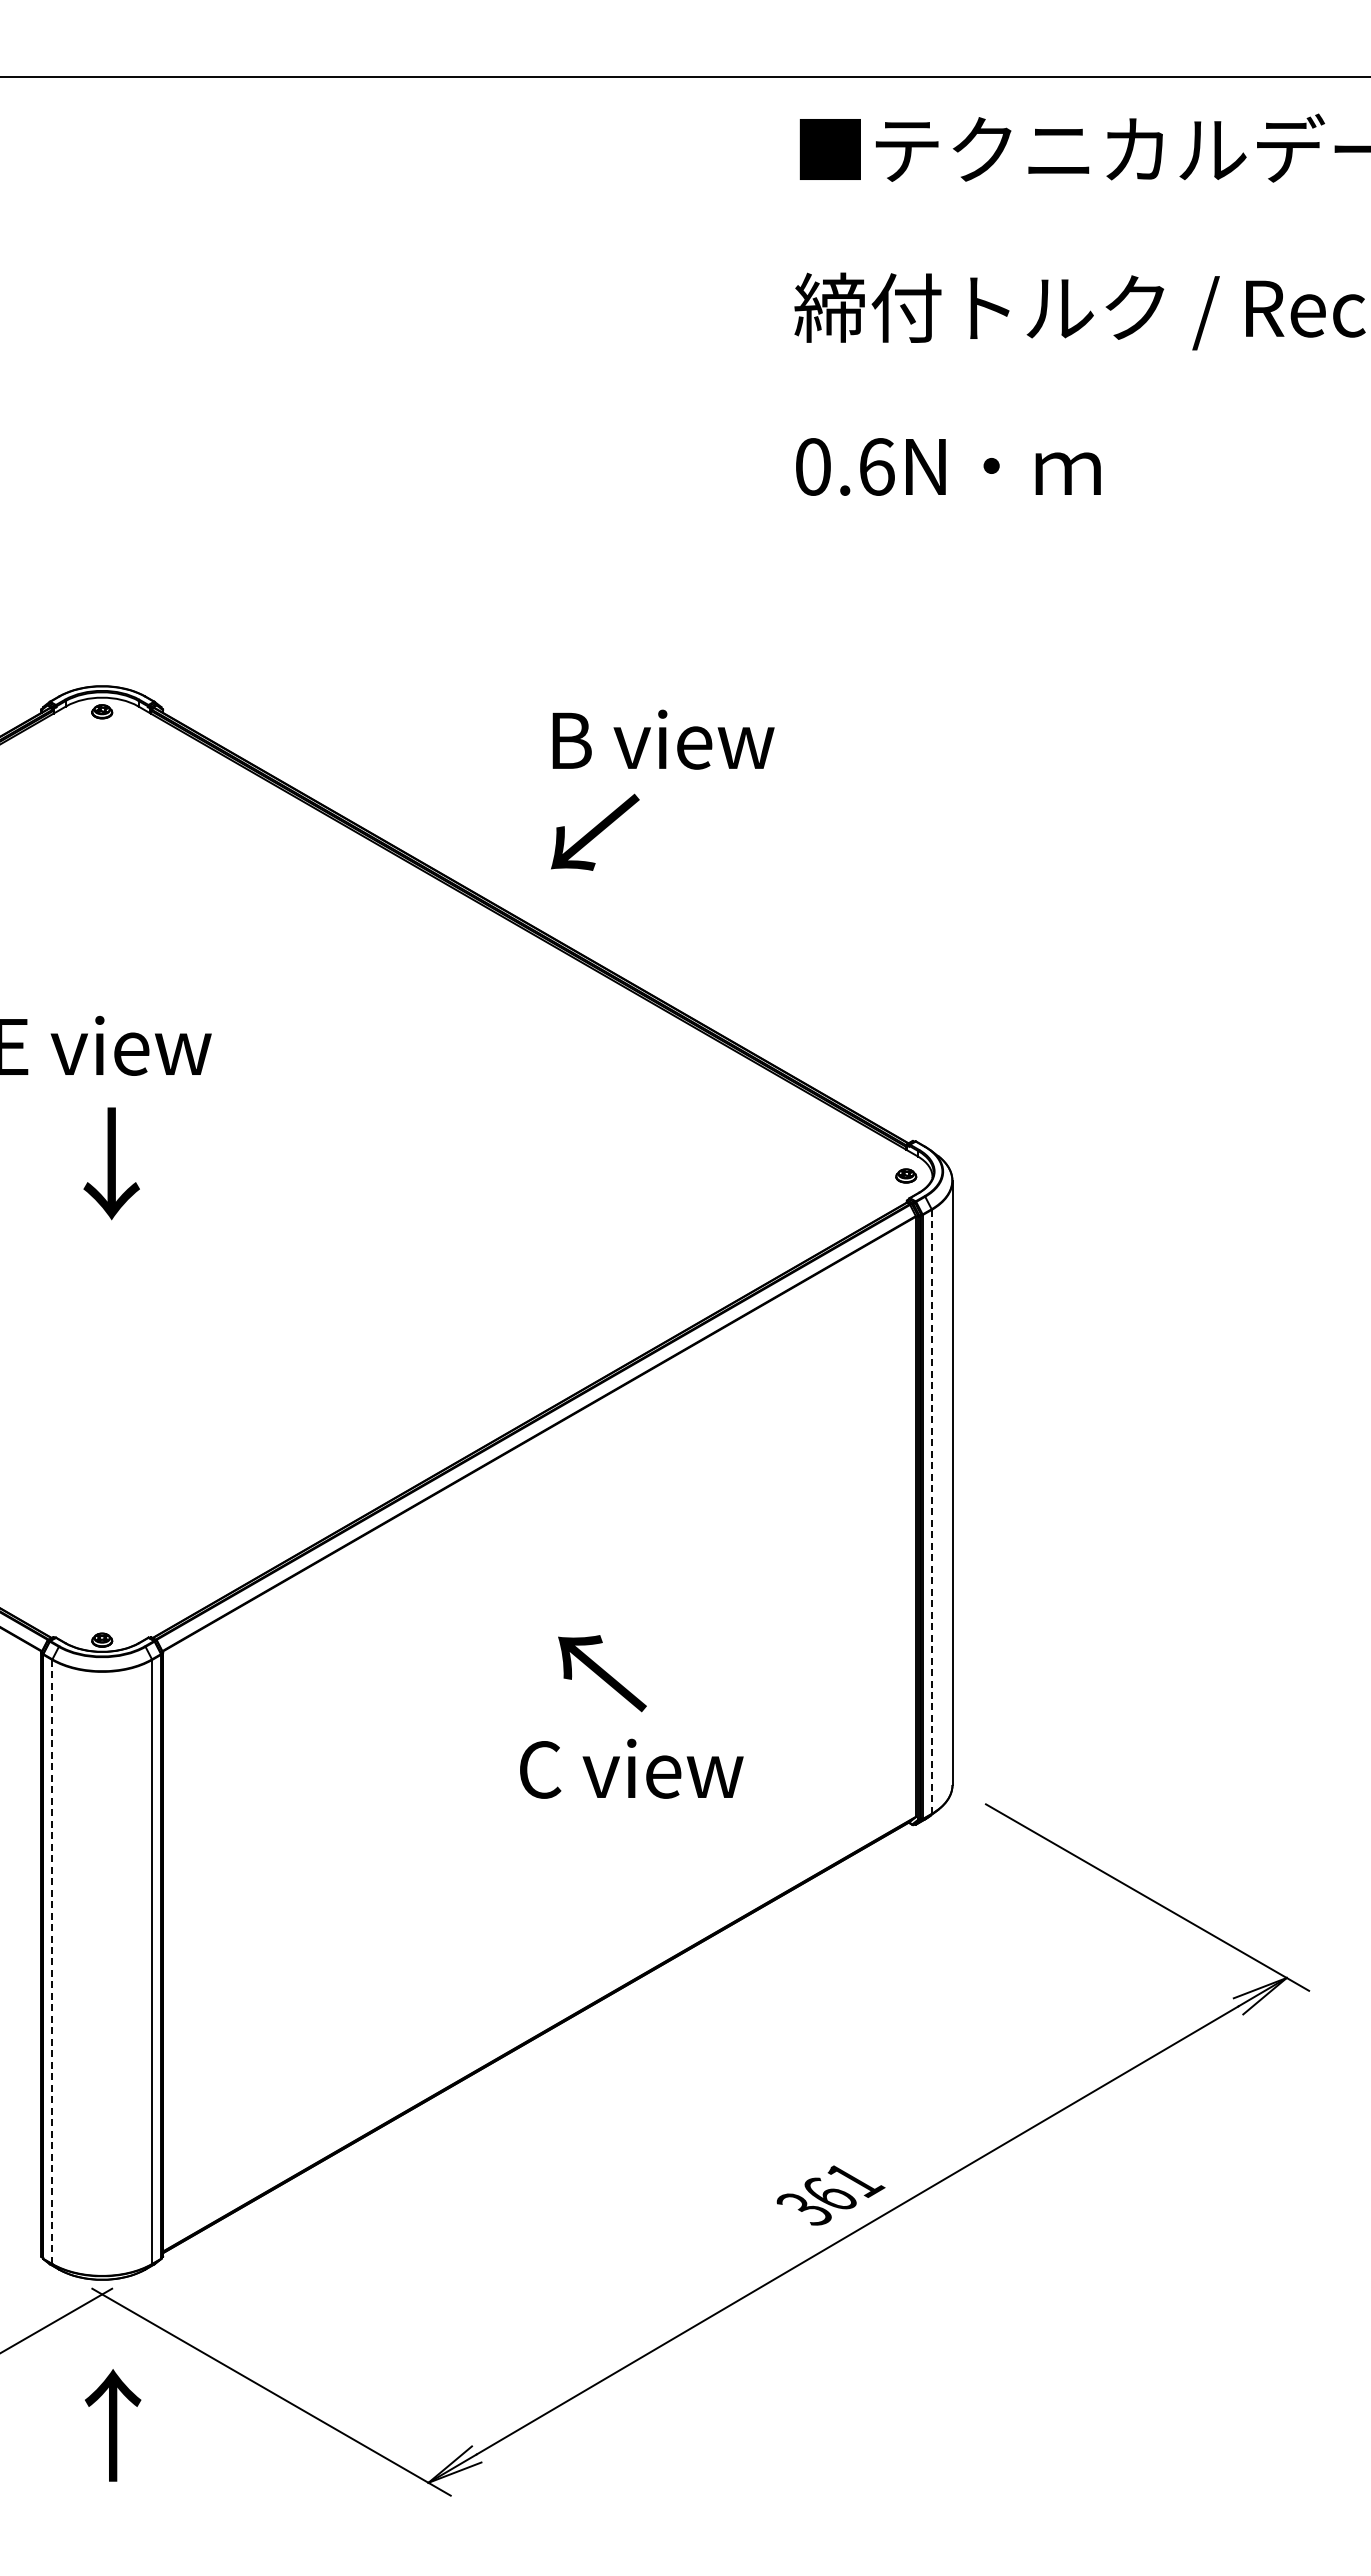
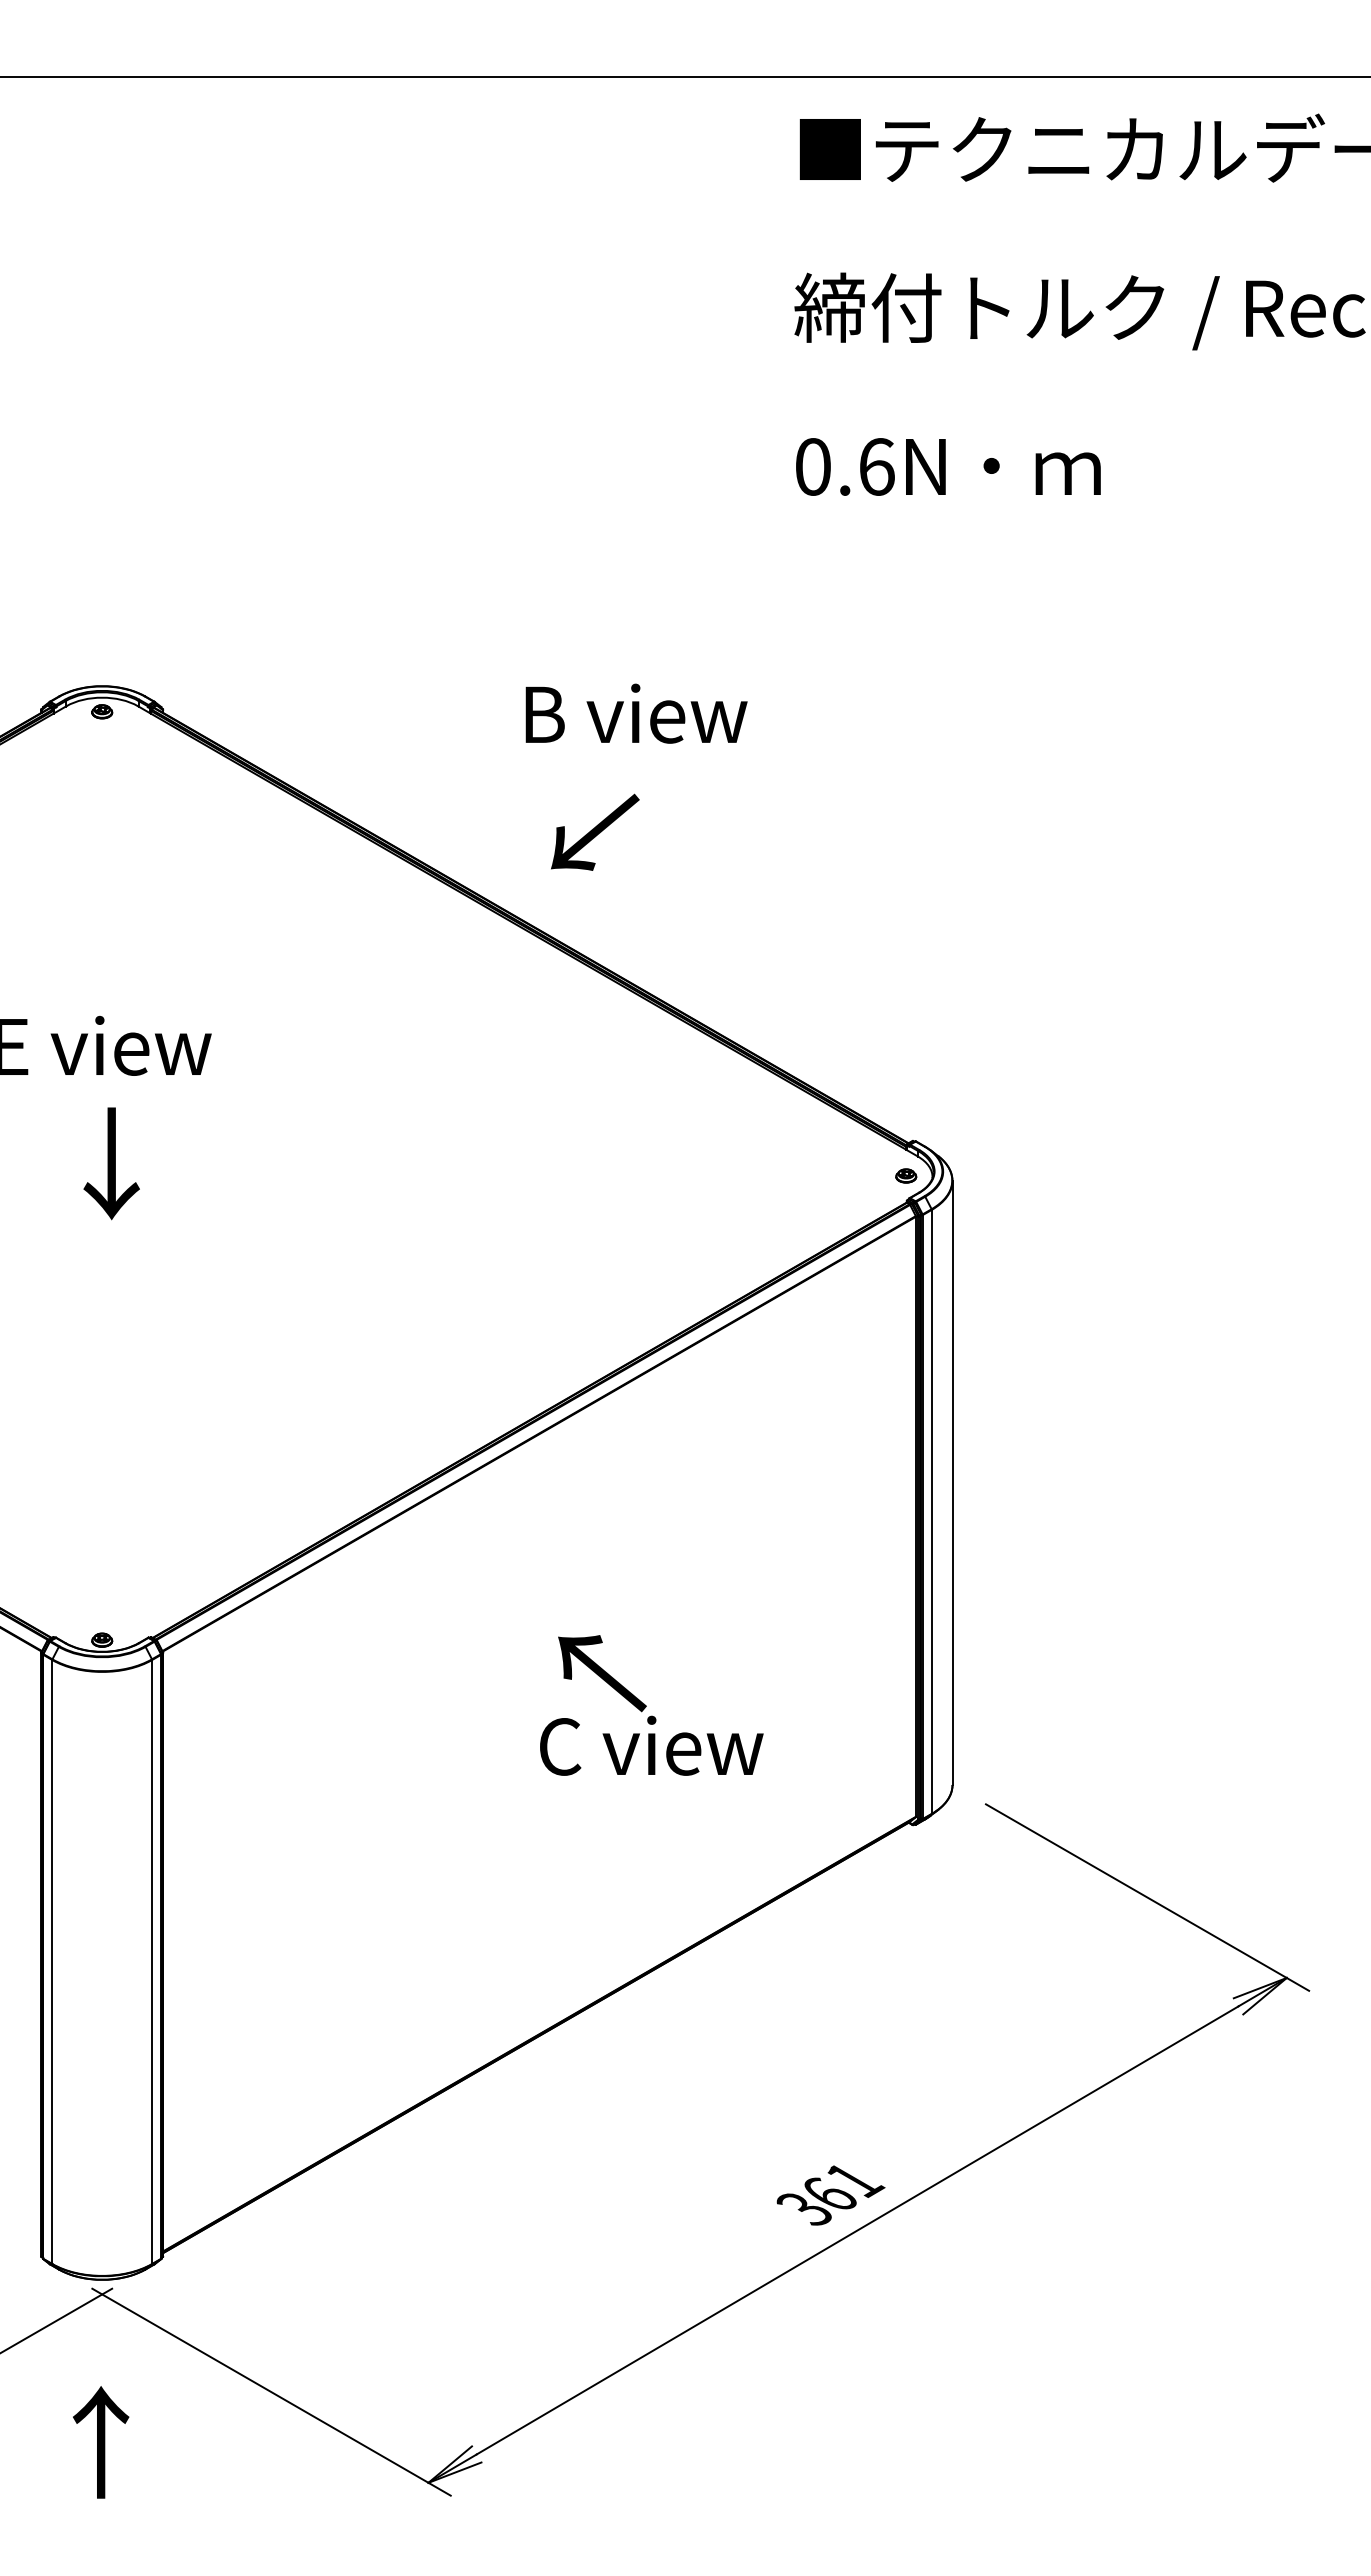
text at (663, 739) position: (663, 739) -> (636, 713)
line at (931, 1511): dashed -> solid
text at (631, 1768) position: (631, 1768) -> (651, 1745)
line at (52, 1961): dashed -> solid
text at (113, 2425) position: (113, 2425) -> (101, 2442)
